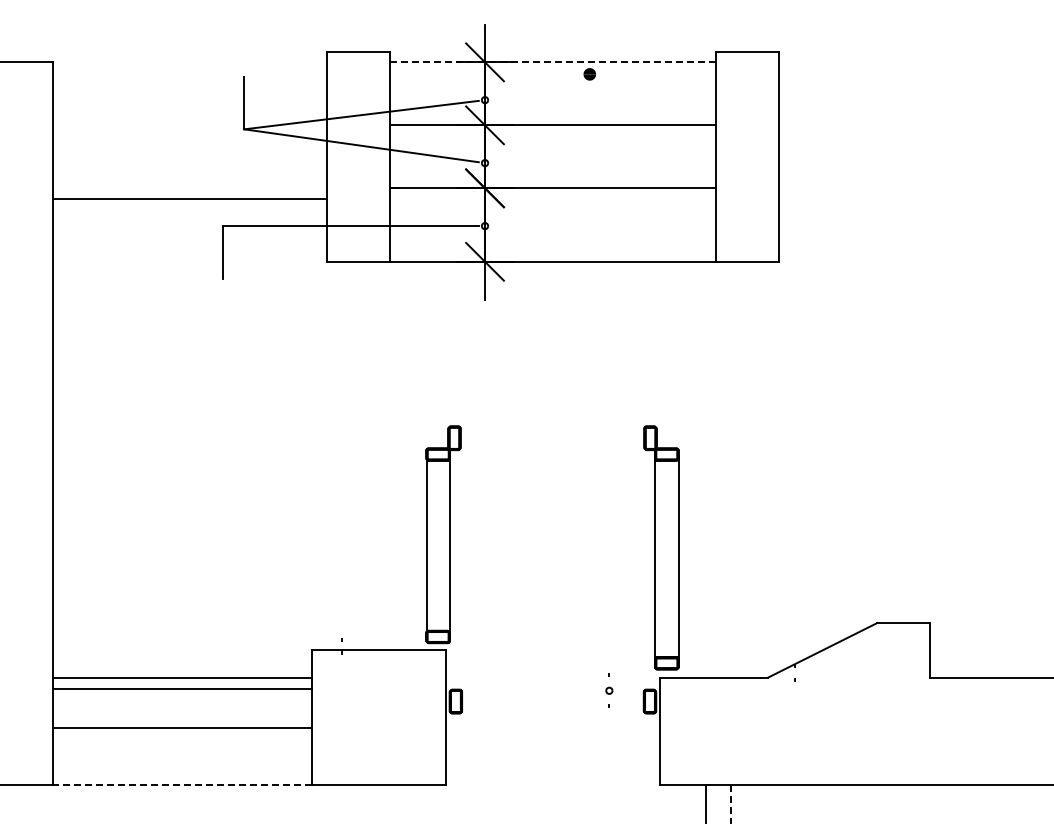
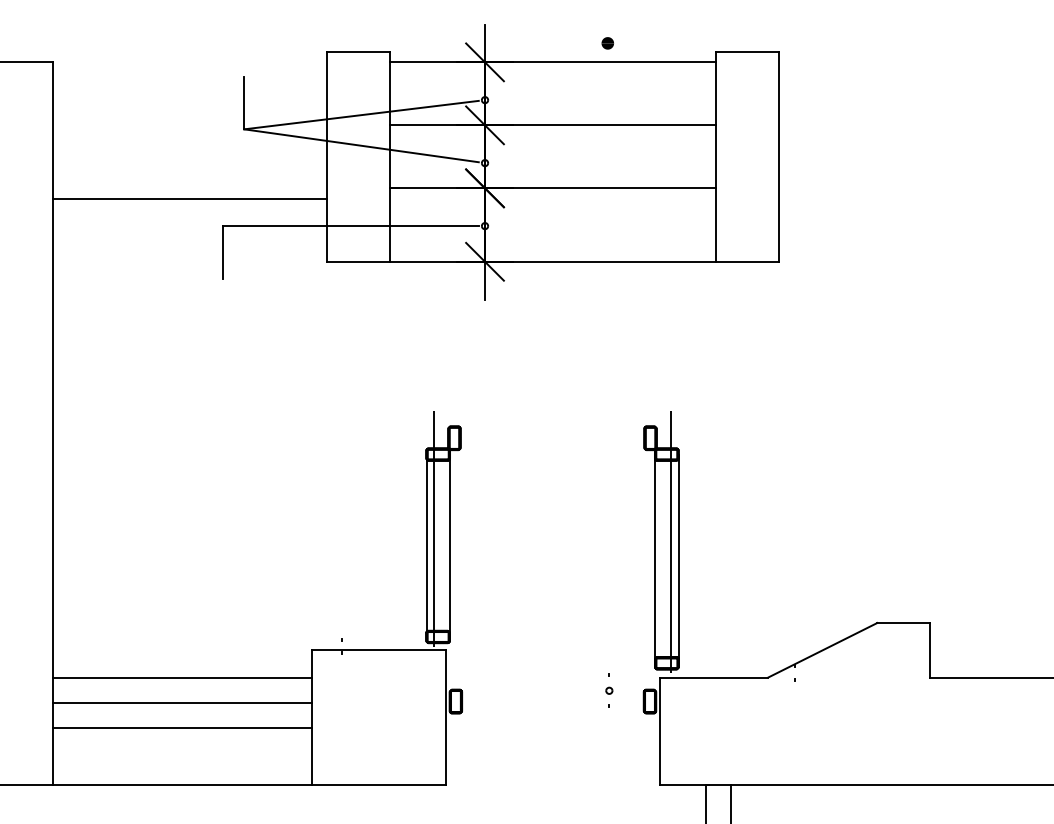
line at (552, 62): dashed -> solid
part at (589, 74) position: (589, 74) -> (607, 43)
line at (433, 529): none -> present
line at (671, 542): none -> present
line at (182, 688) position: (182, 688) -> (182, 702)
line at (181, 784): dashed -> solid
line at (731, 804): dashed -> solid
